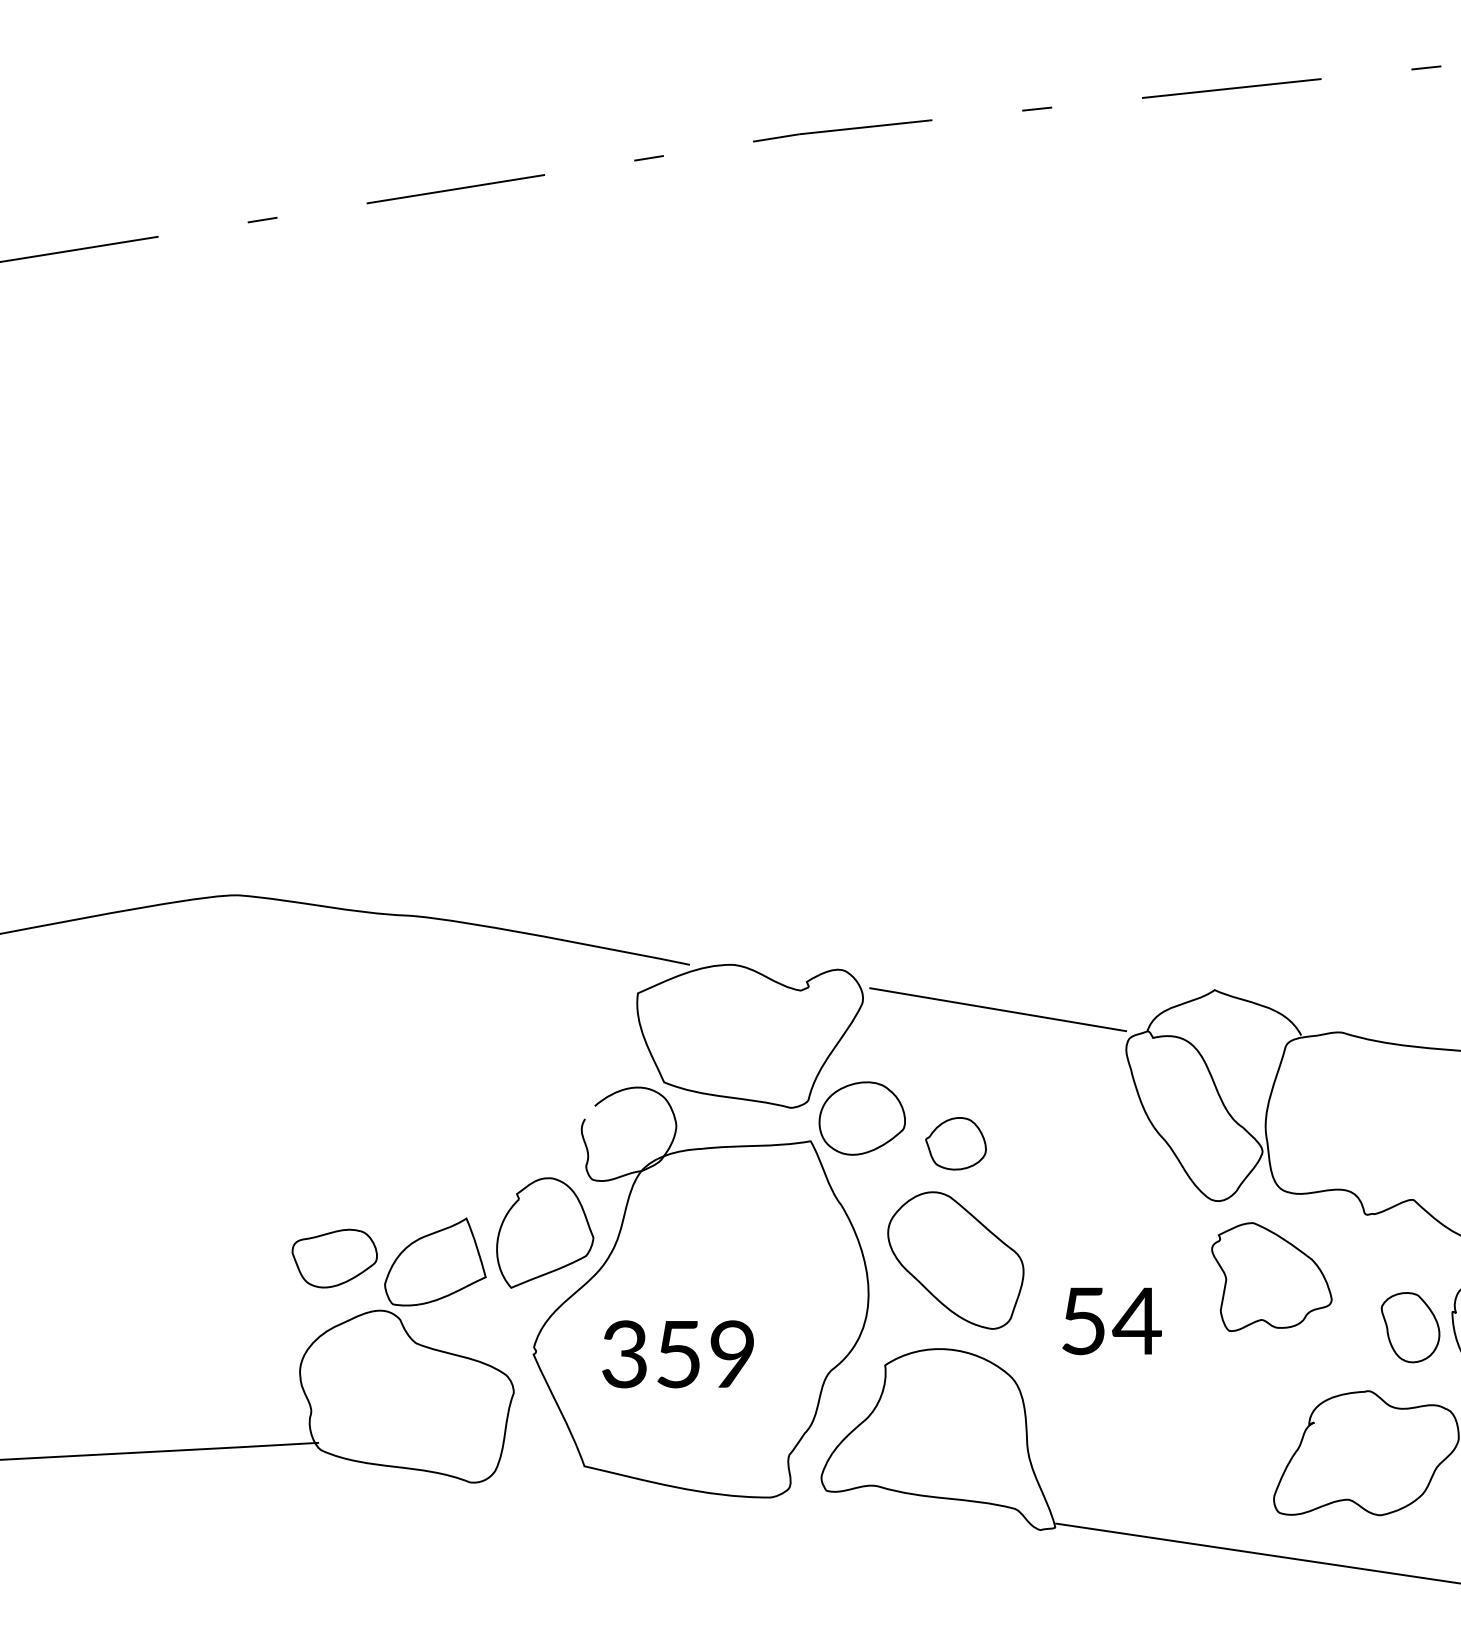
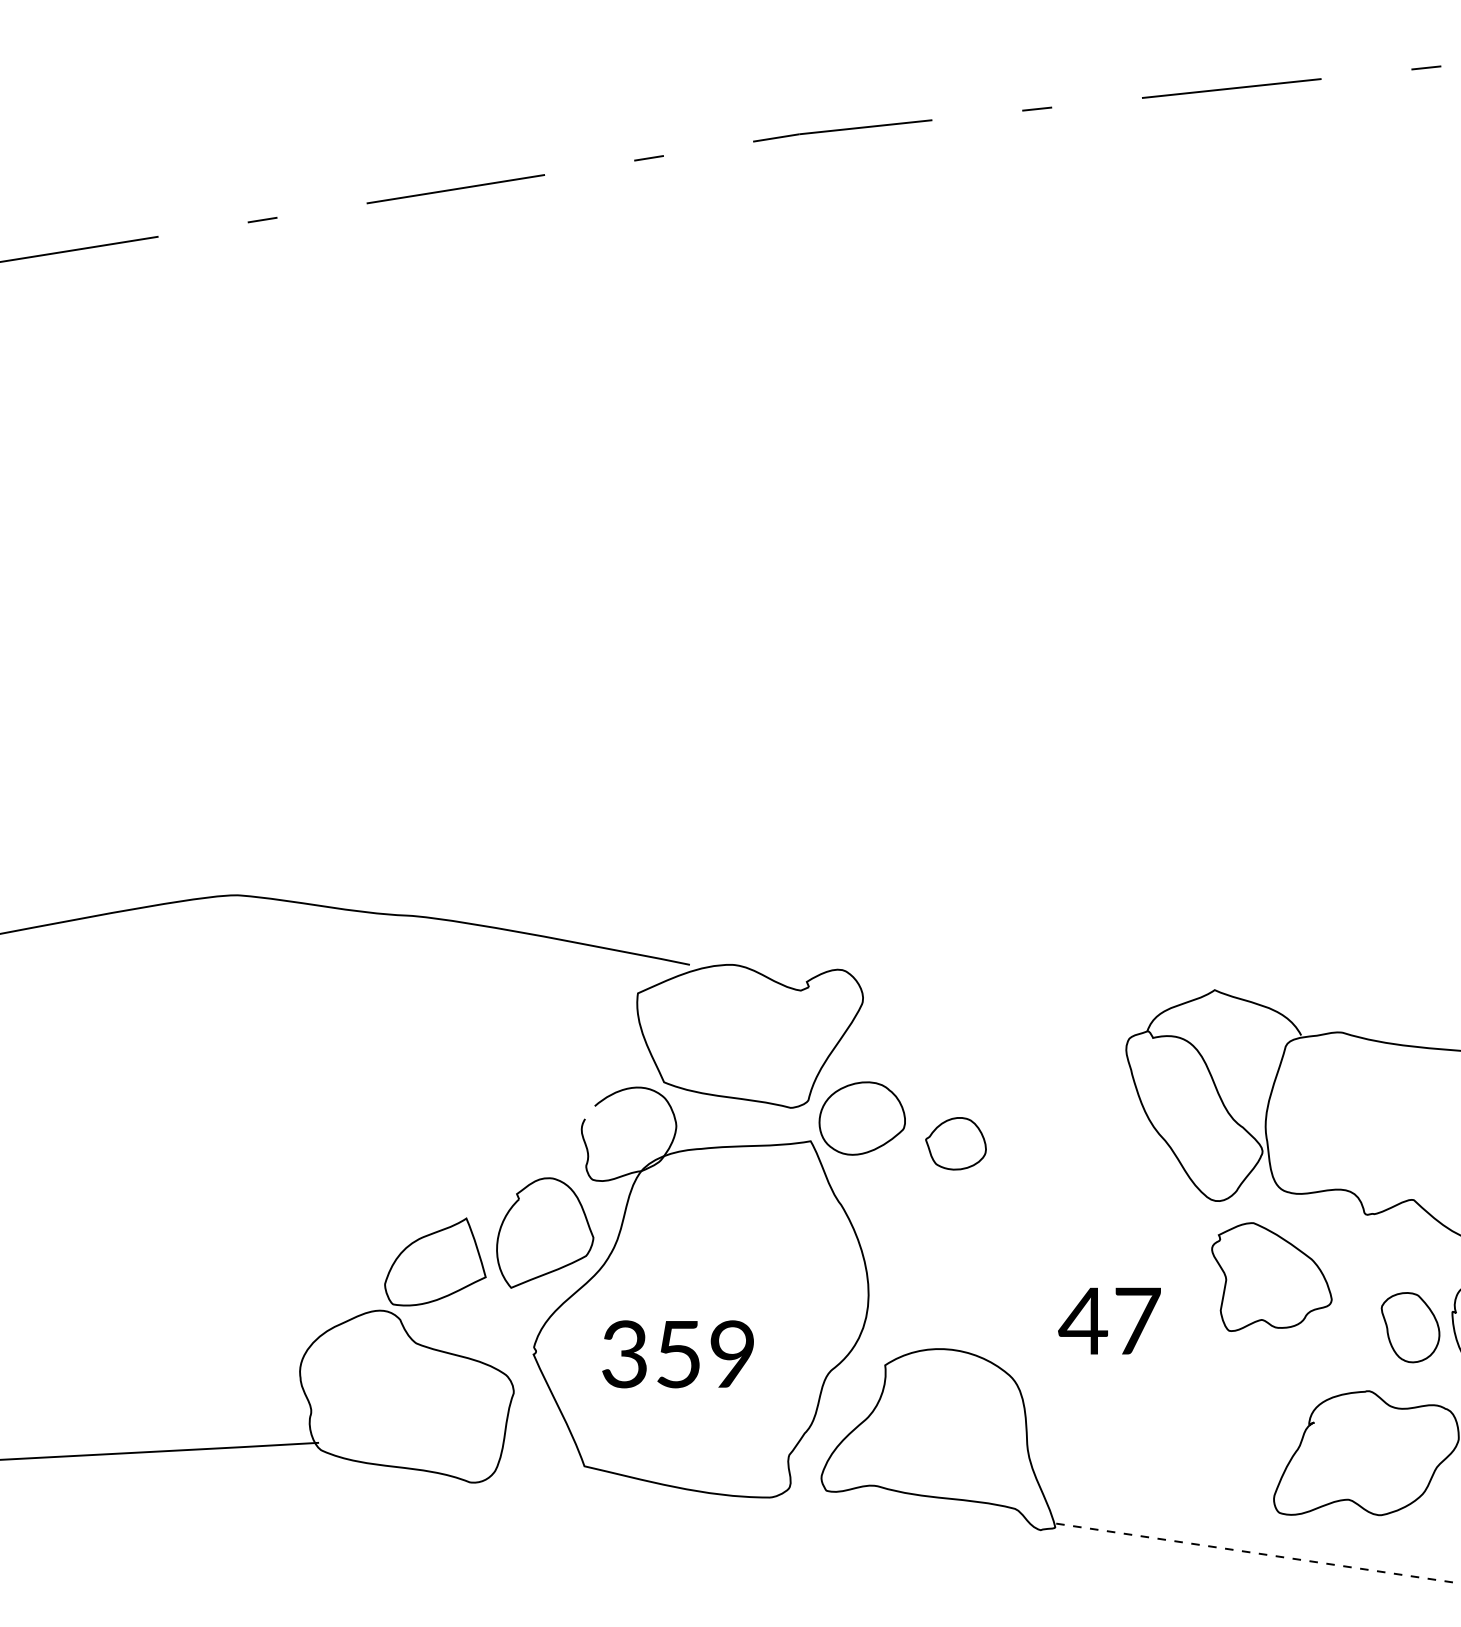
line at (998, 1009): present -> none
part at (334, 1258): present -> none
part at (955, 1260): present -> none
text at (1109, 1321): 54 -> 47
line at (1258, 1553): solid -> dashed
